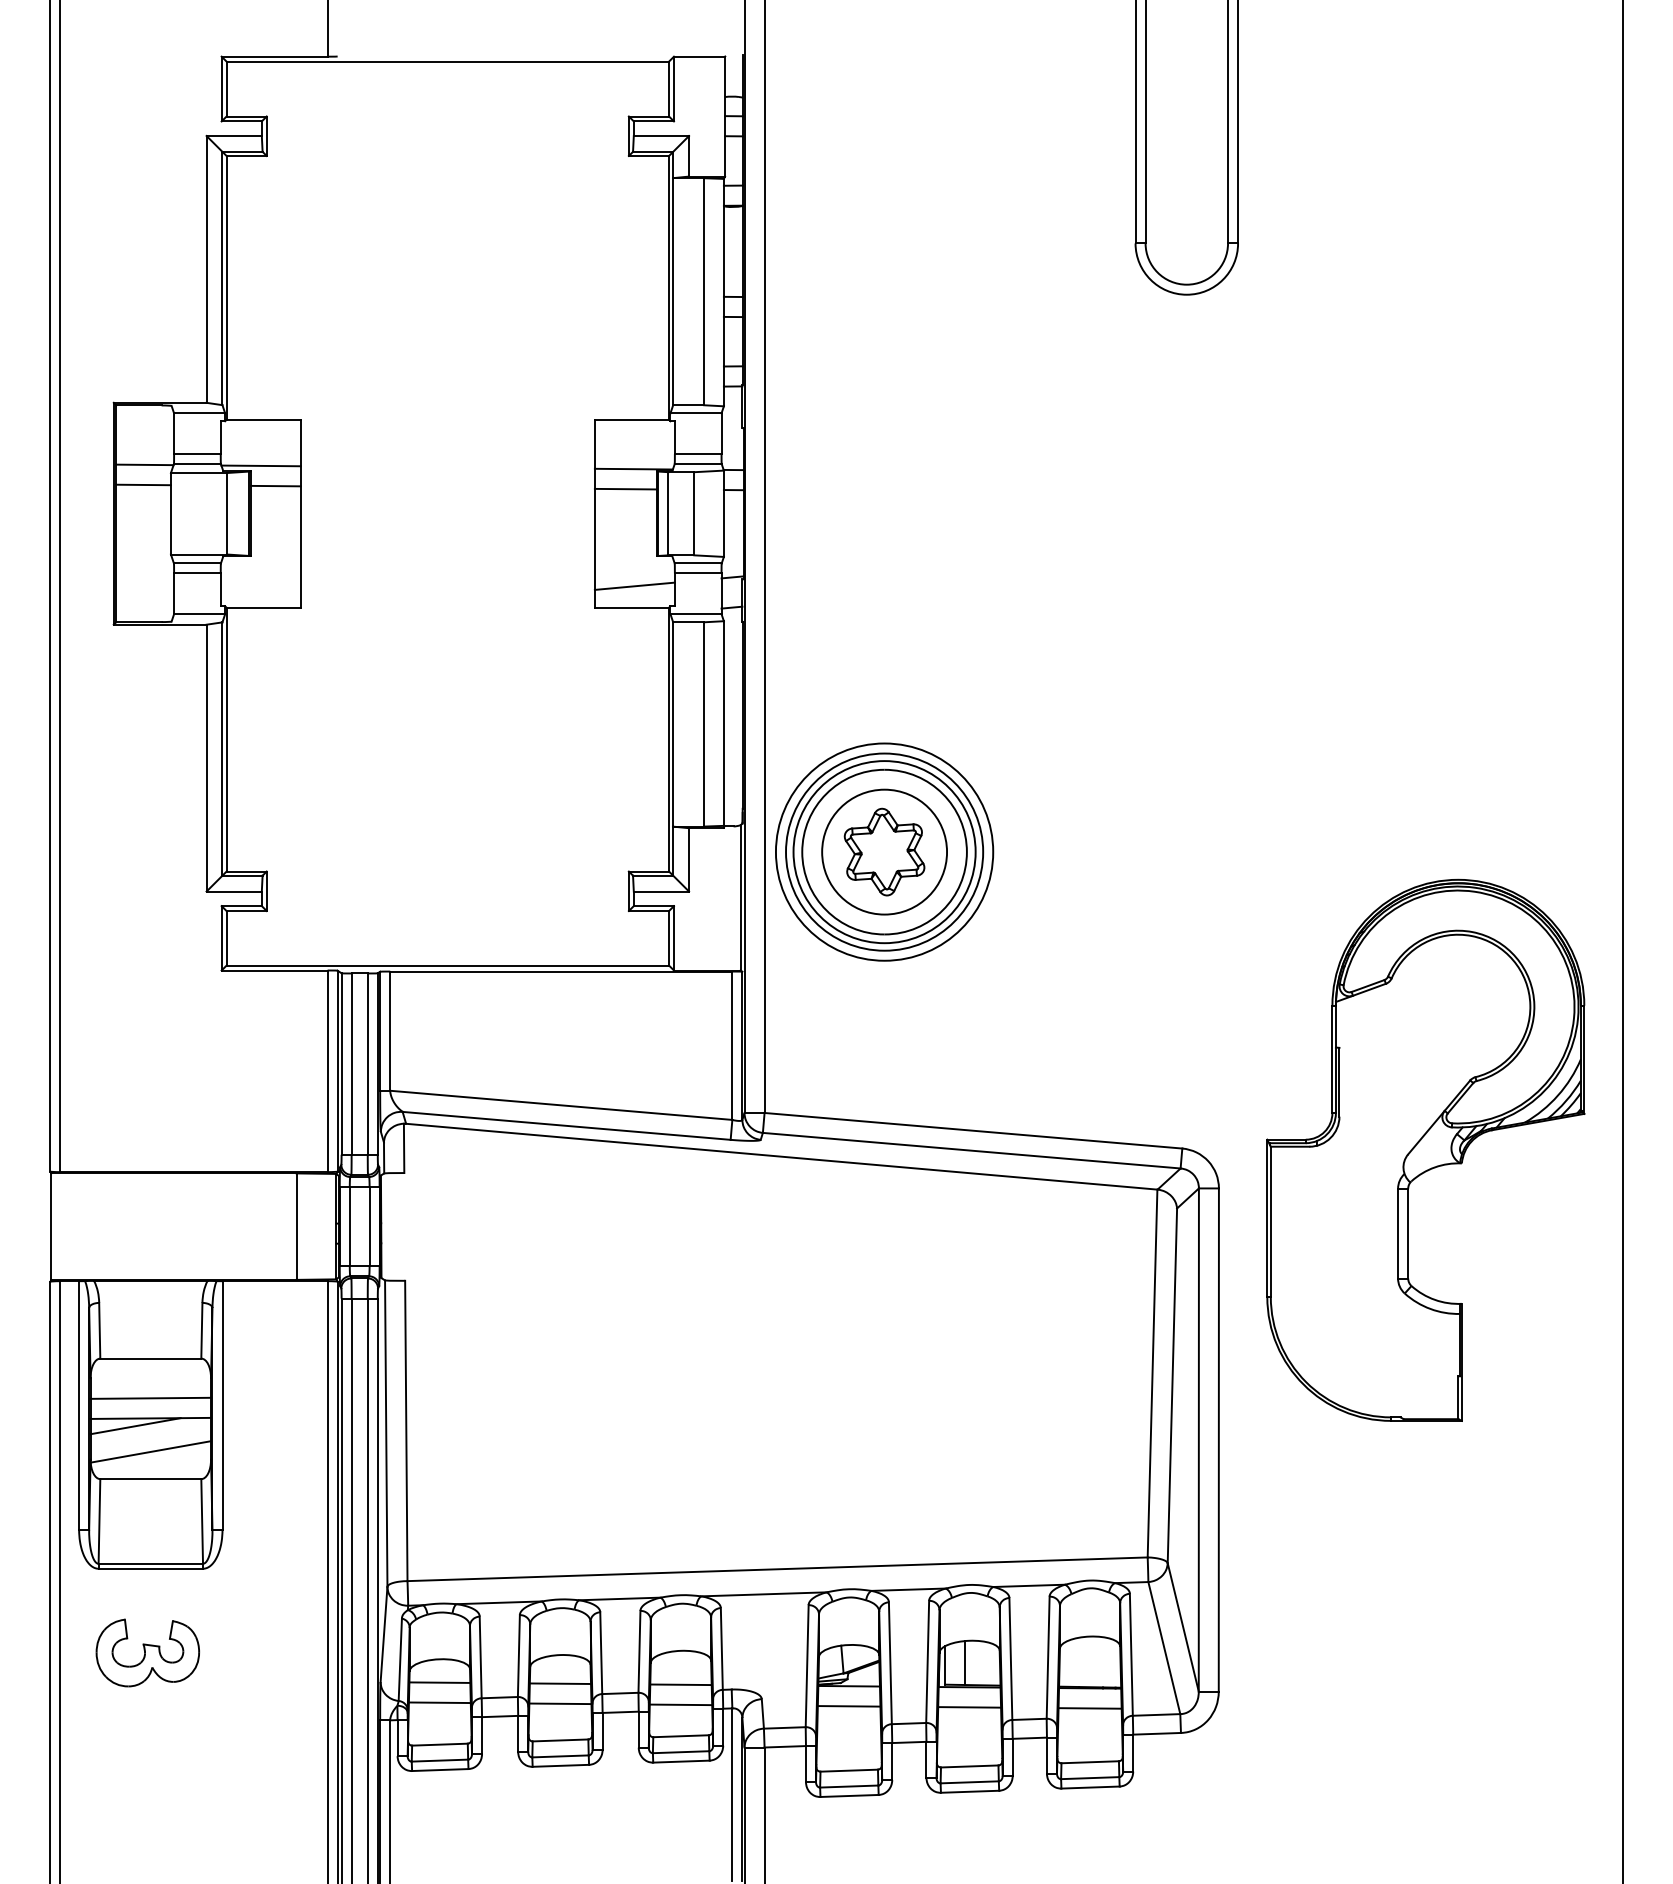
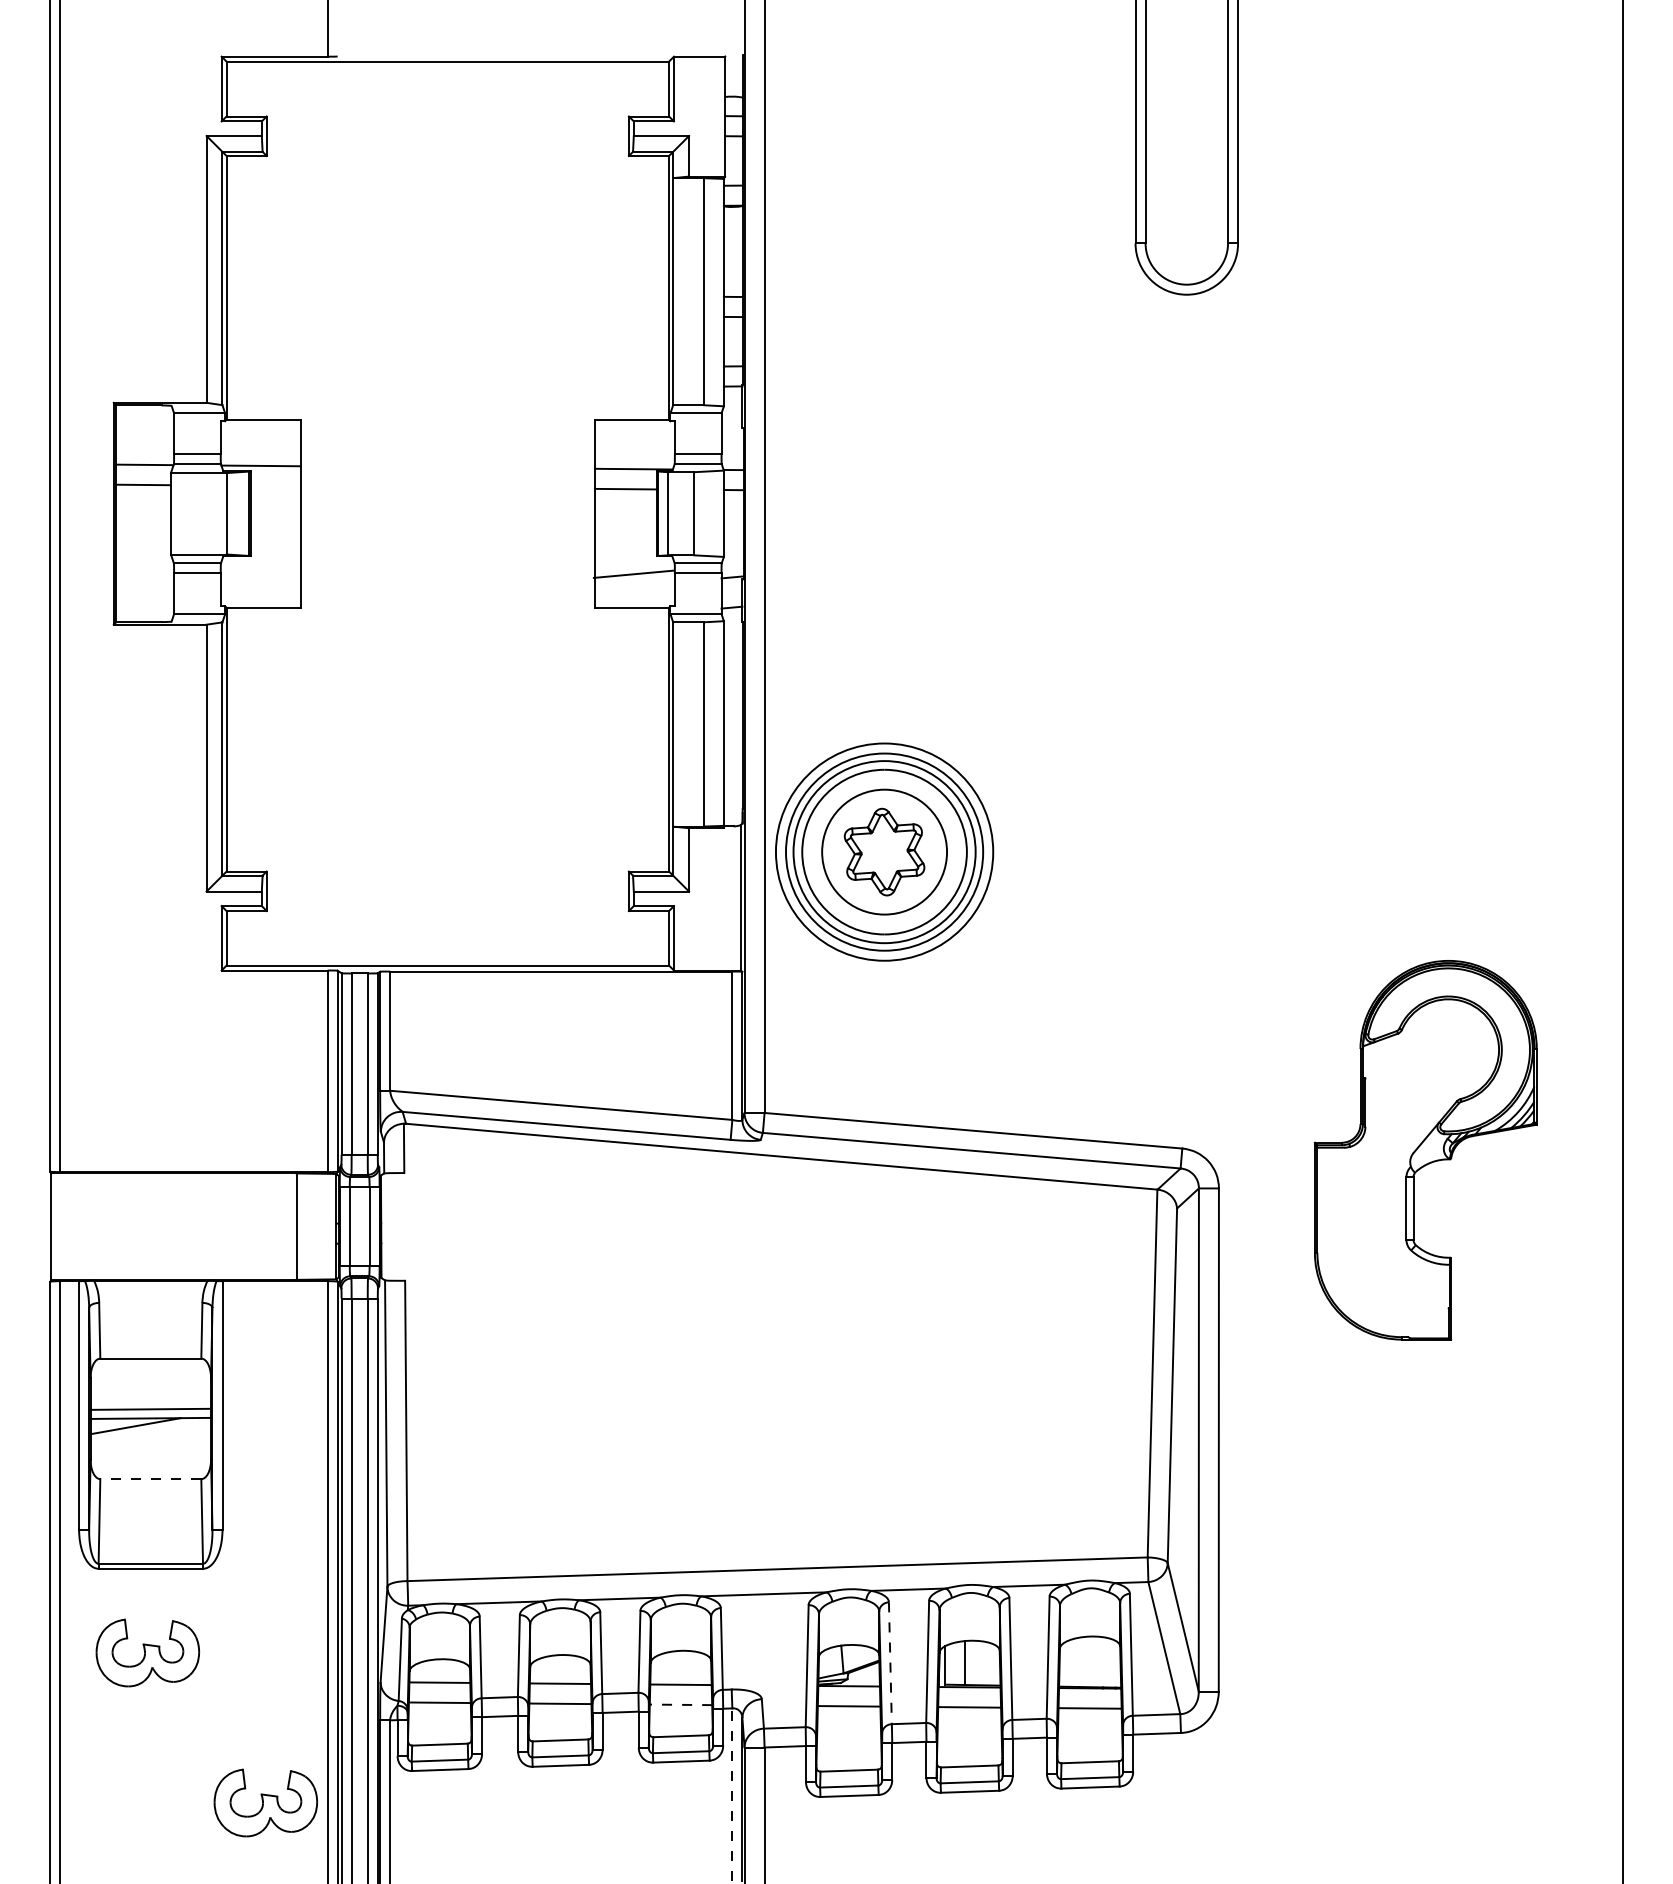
line at (275, 485): present -> none
line at (634, 585) position: (634, 585) -> (633, 573)
part at (1425, 1149) size: 320x544 px -> 225x381 px
line at (150, 1397) position: (150, 1397) -> (150, 1408)
line at (150, 1451): present -> none
line at (150, 1479): solid -> dashed
line at (890, 1663): solid -> dashed
line at (680, 1704): solid -> dashed
line at (732, 1794): solid -> dashed
part at (265, 1802): none -> present
